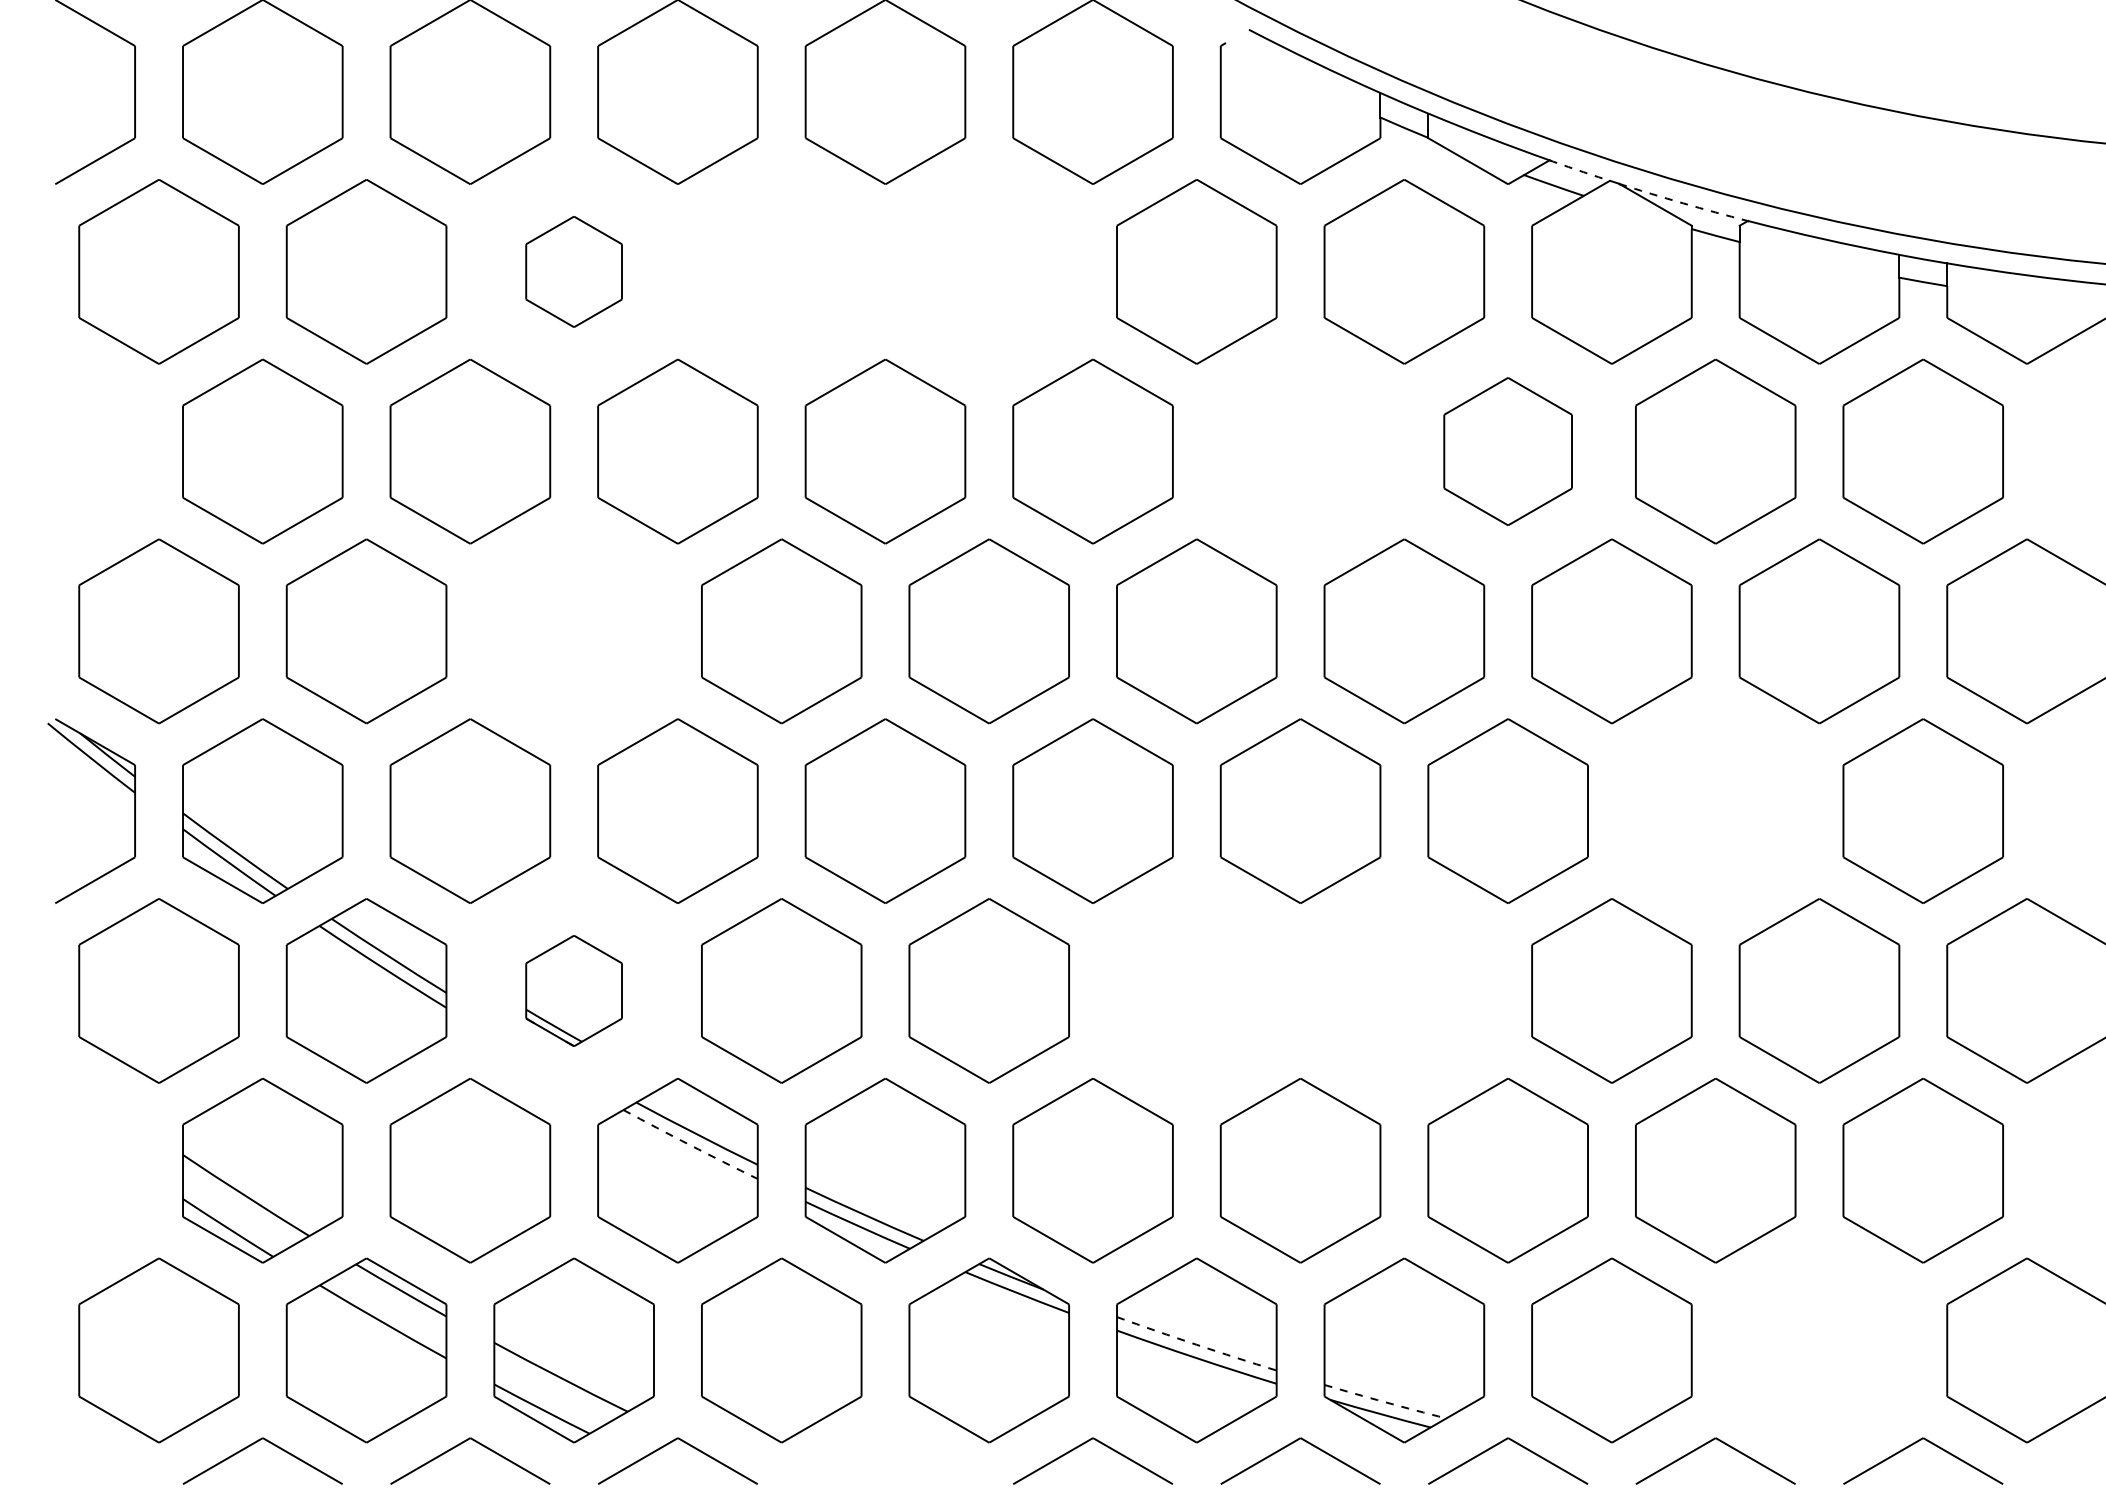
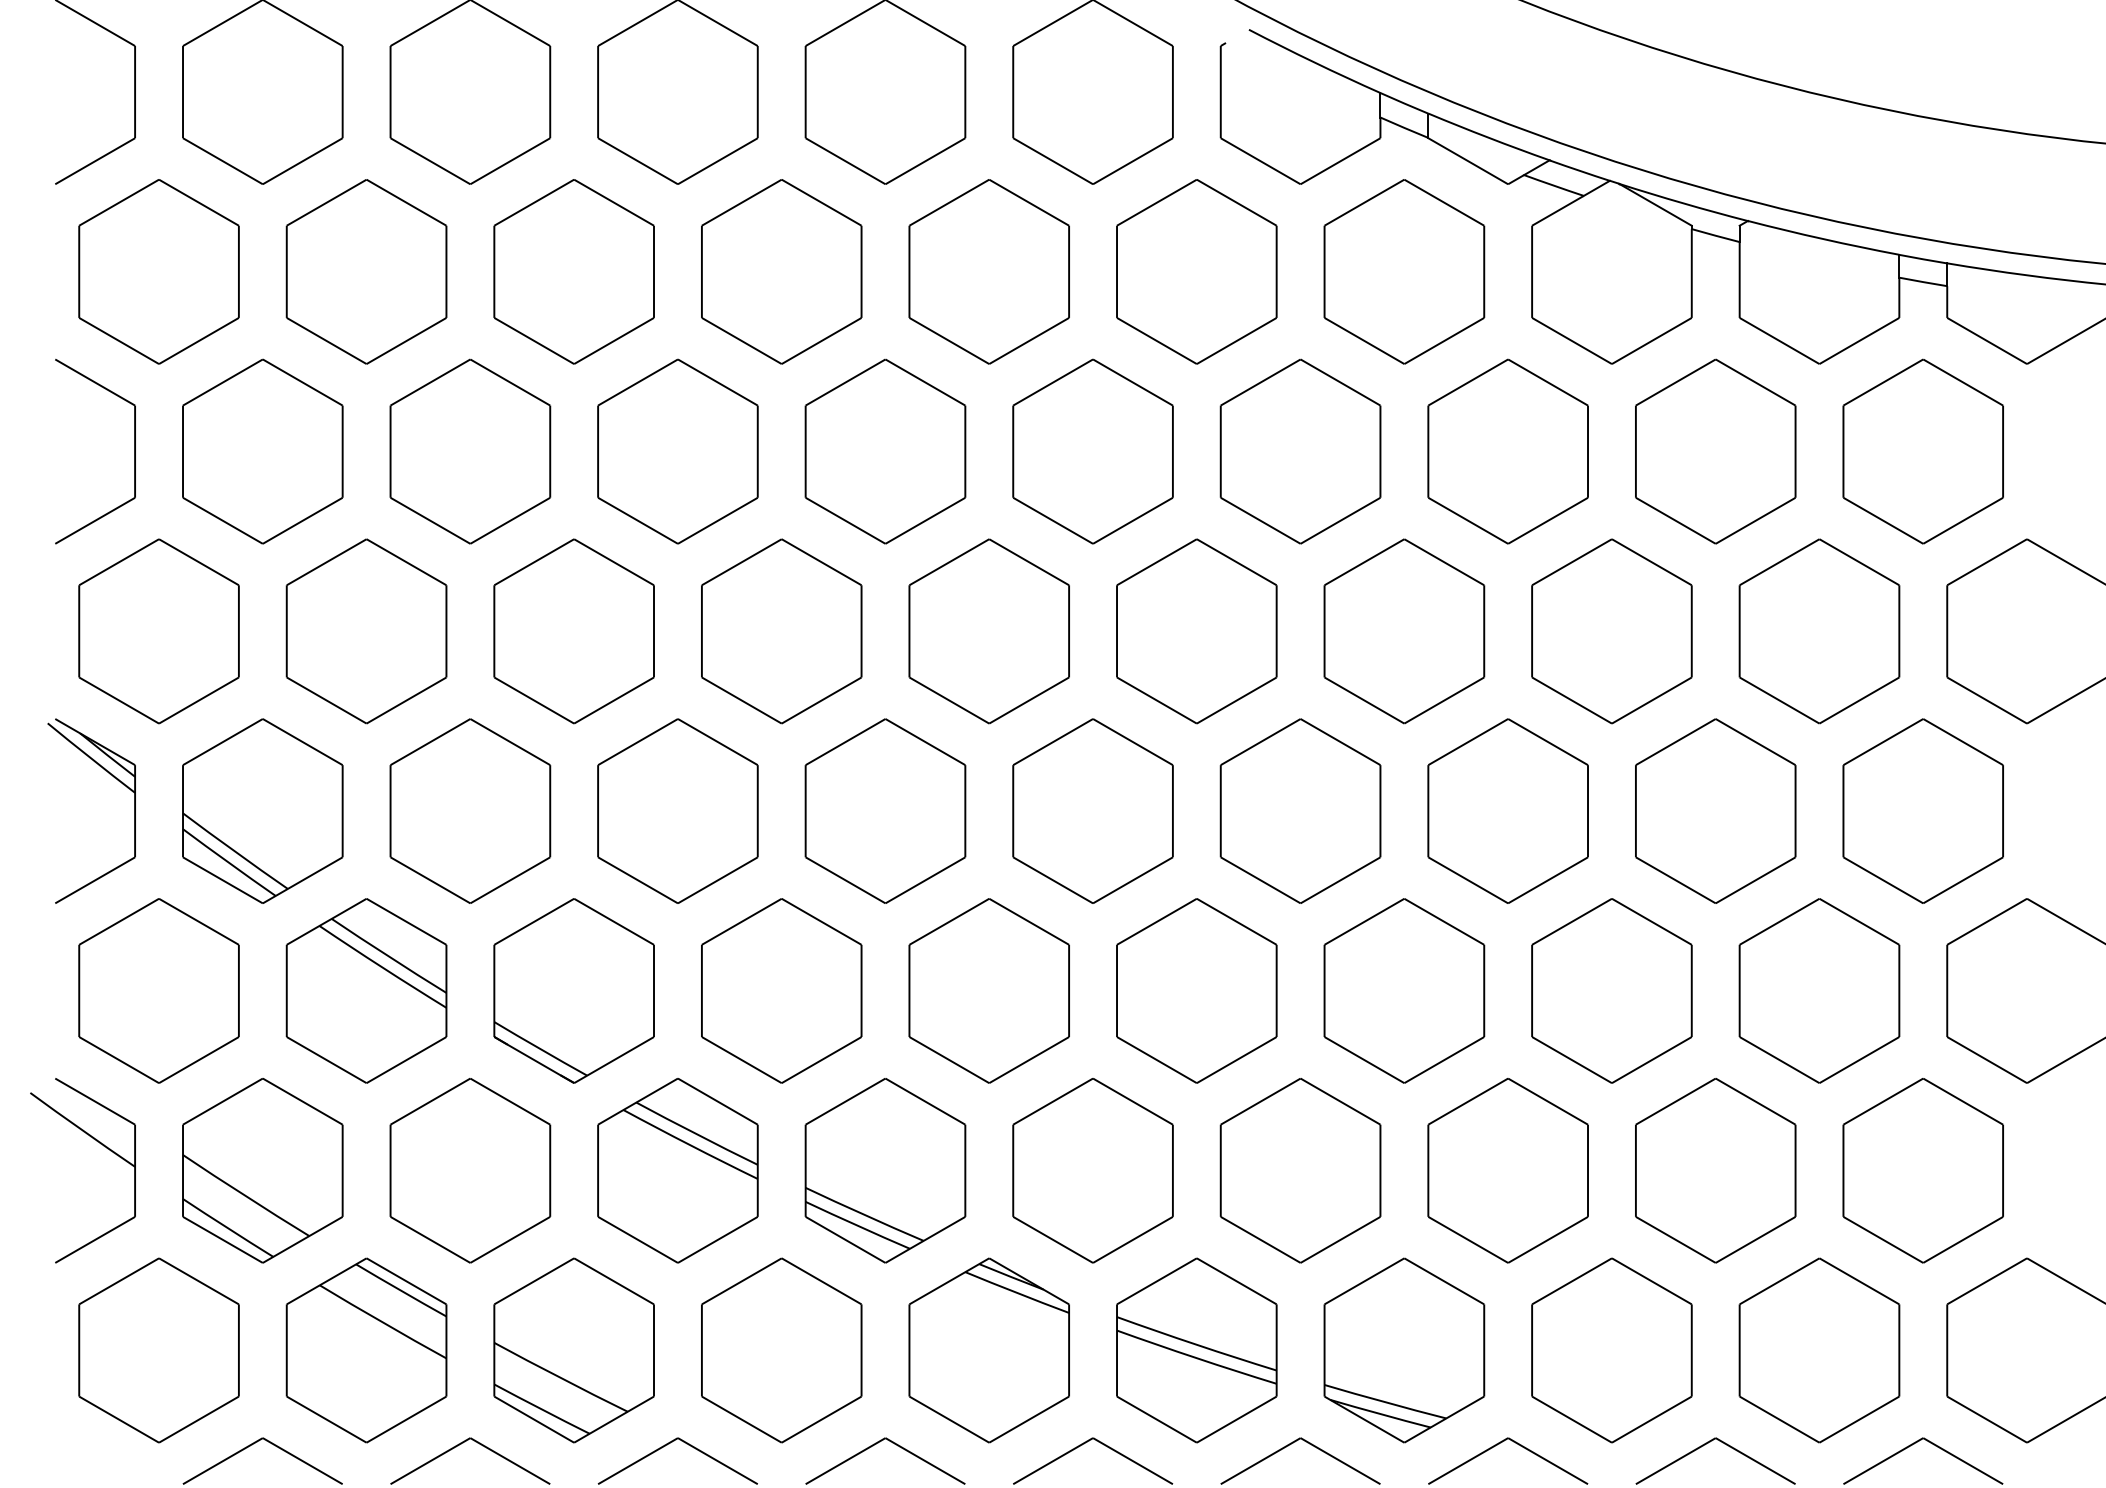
arc at (1579, 170): dashed -> solid
arc at (1683, 203): dashed -> solid
part at (573, 271) size: 98x112 px -> 162x186 px
part at (781, 271): none -> present
part at (988, 271): none -> present
part at (134, 451): none -> present
part at (1300, 451): none -> present
part at (1507, 451) size: 130x149 px -> 162x187 px
part at (573, 631): none -> present
part at (1715, 810): none -> present
part at (573, 990) size: 98x112 px -> 162x186 px
part at (1196, 990): none -> present
part at (1404, 990): none -> present
part at (100, 1144): none -> present
arc at (690, 1145): dashed -> solid
arc at (1196, 1344): dashed -> solid
part at (1819, 1350): none -> present
arc at (1385, 1402): dashed -> solid
part at (876, 1444): none -> present
